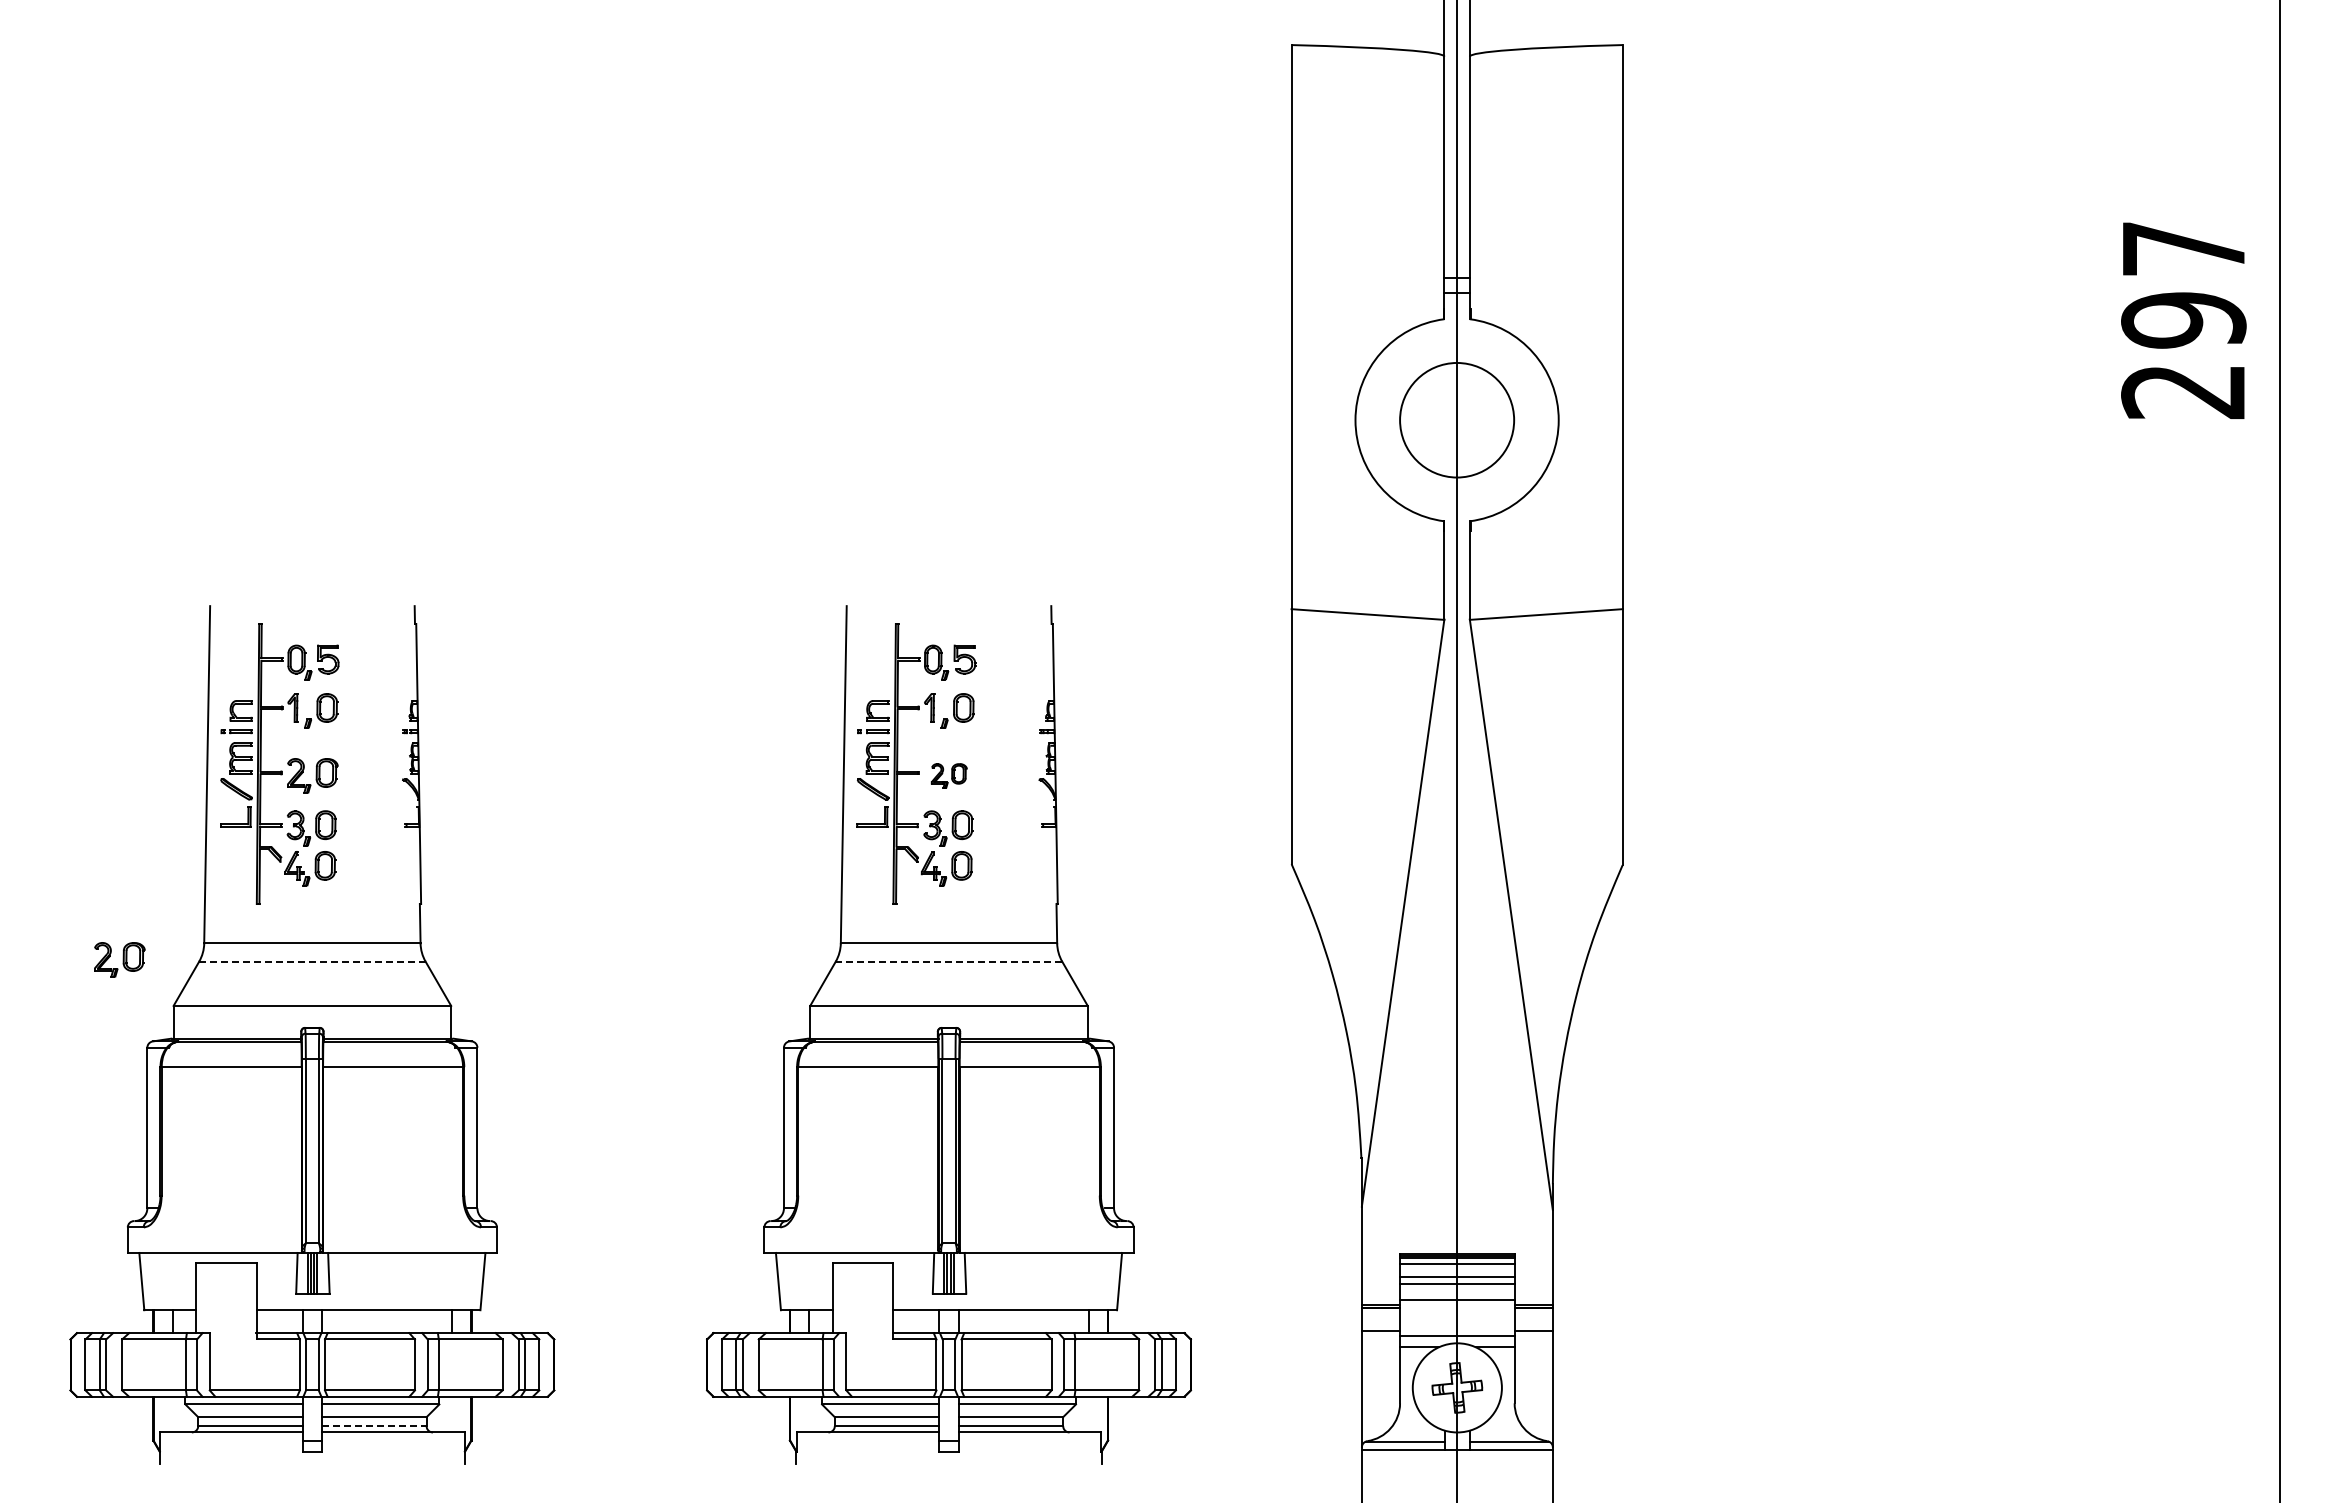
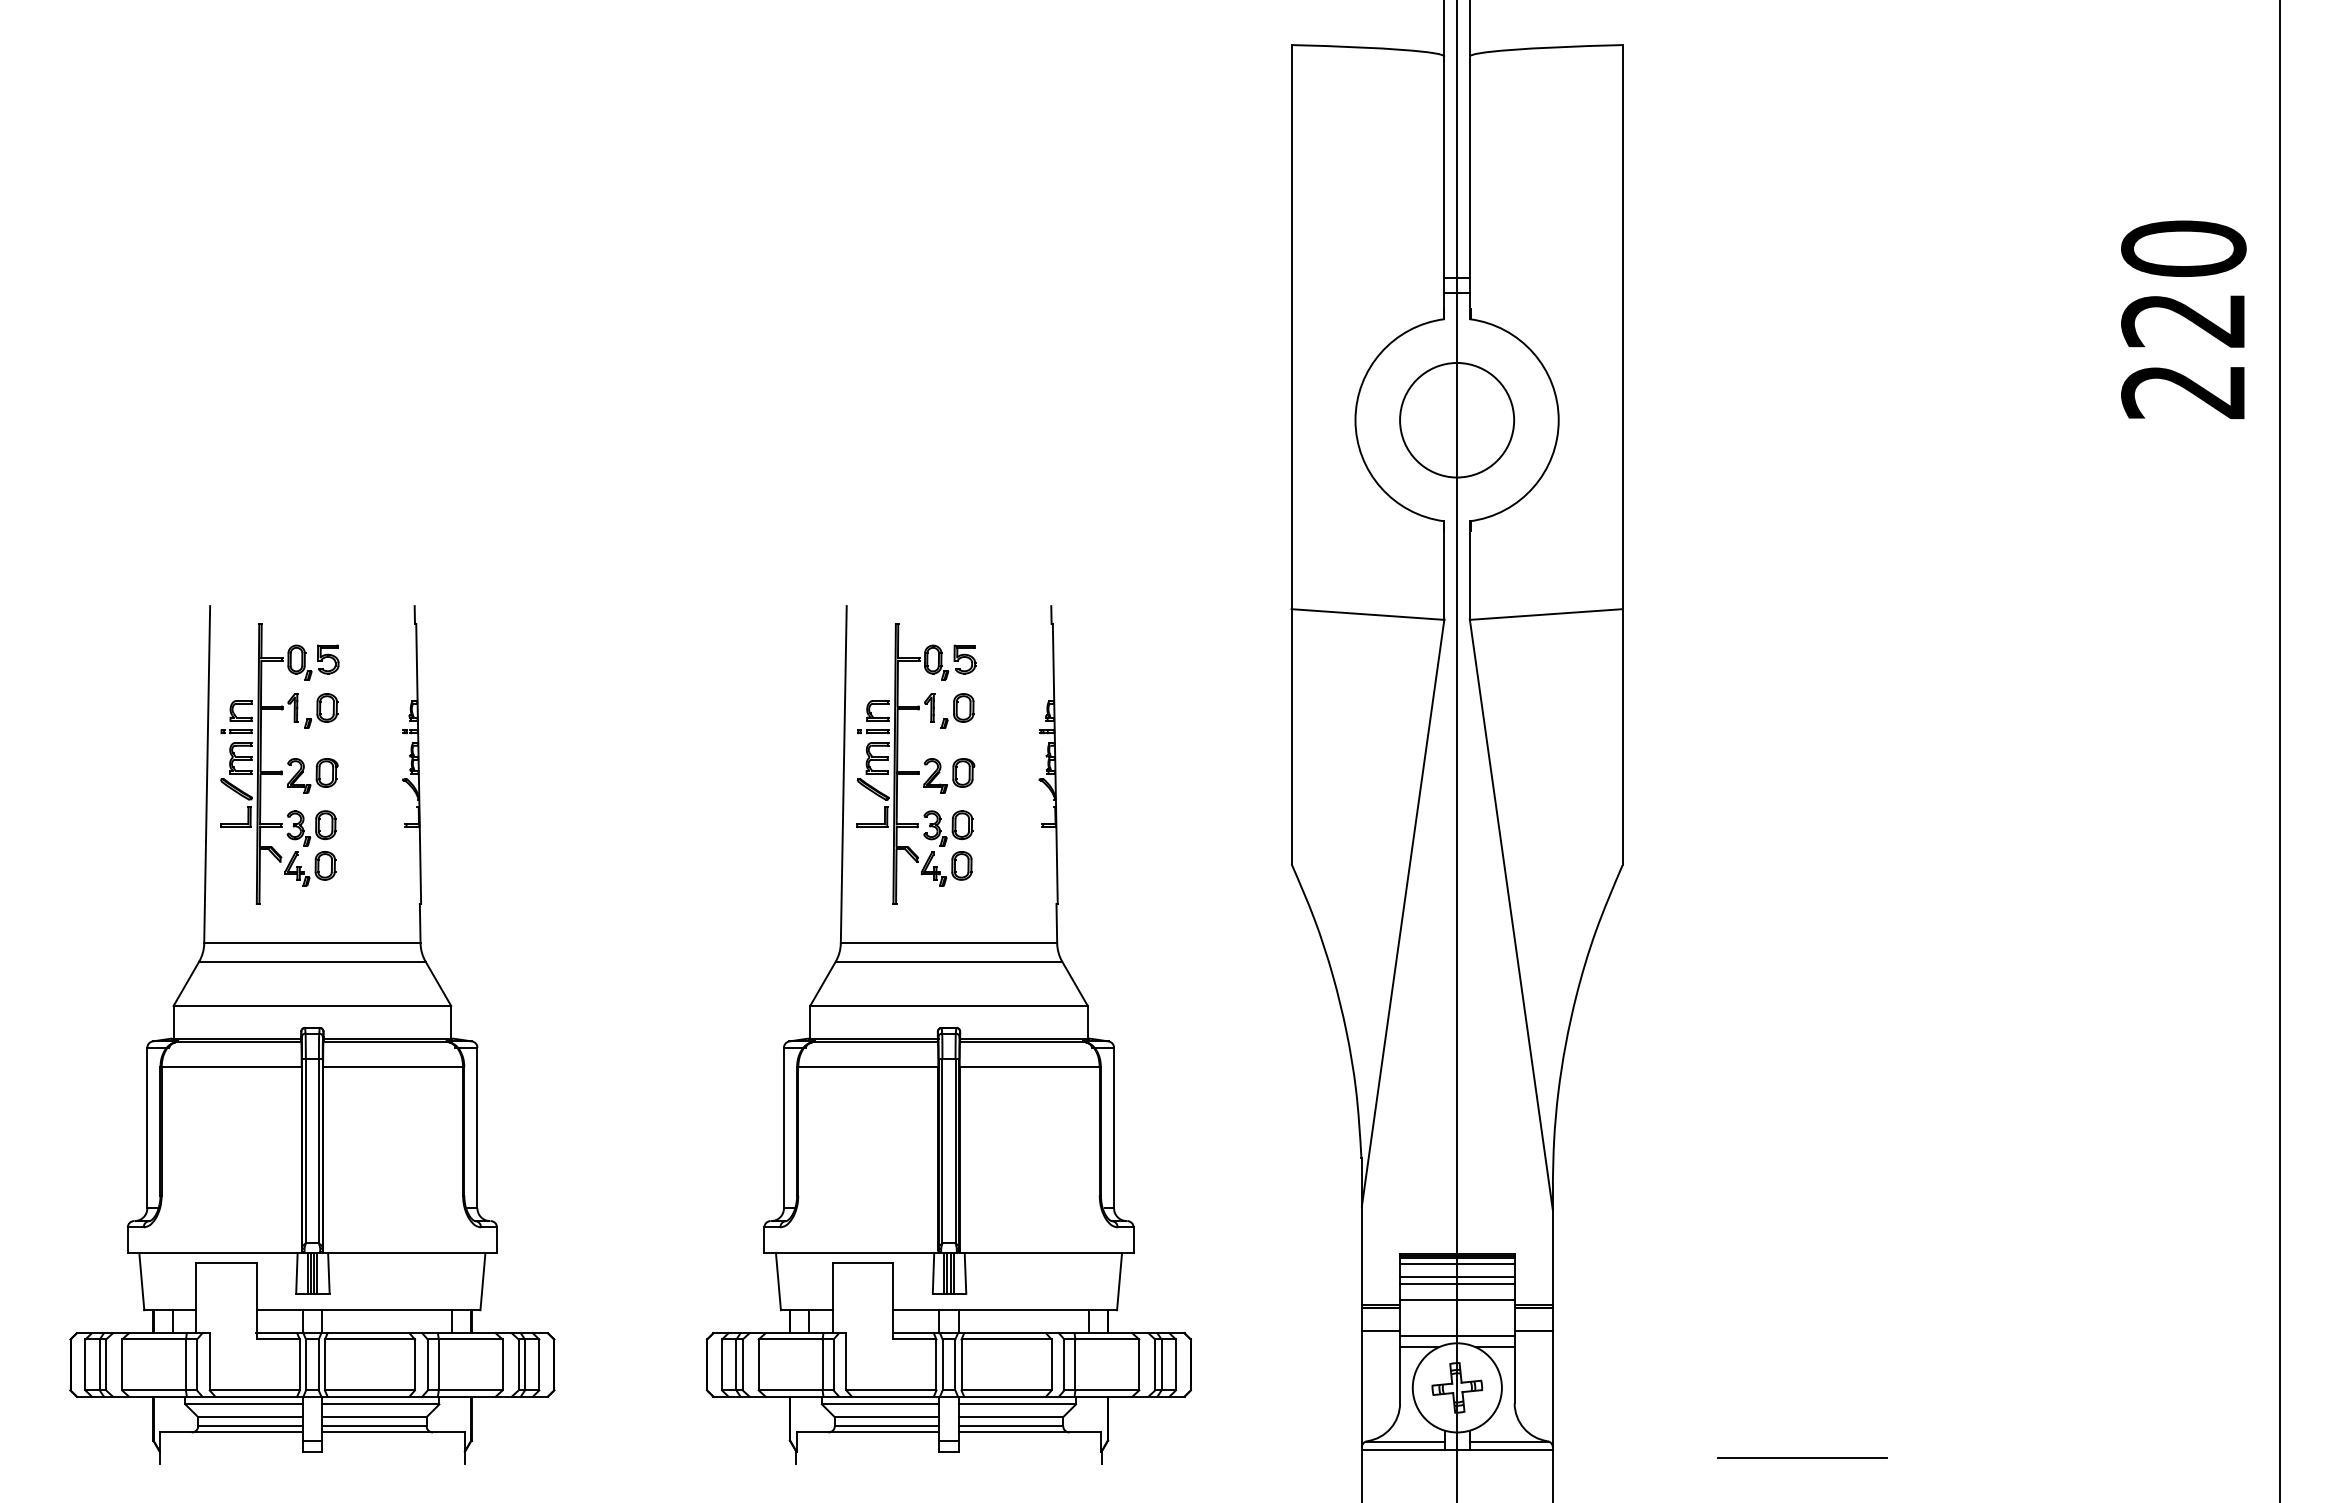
text at (2183, 284): 297 -> 220
part at (948, 775) size: 38x26 px -> 53x36 px
part at (119, 959): present -> none
line at (311, 961): dashed -> solid
line at (948, 961): dashed -> solid
line at (374, 1426): dashed -> solid
line at (1801, 1457): none -> present
